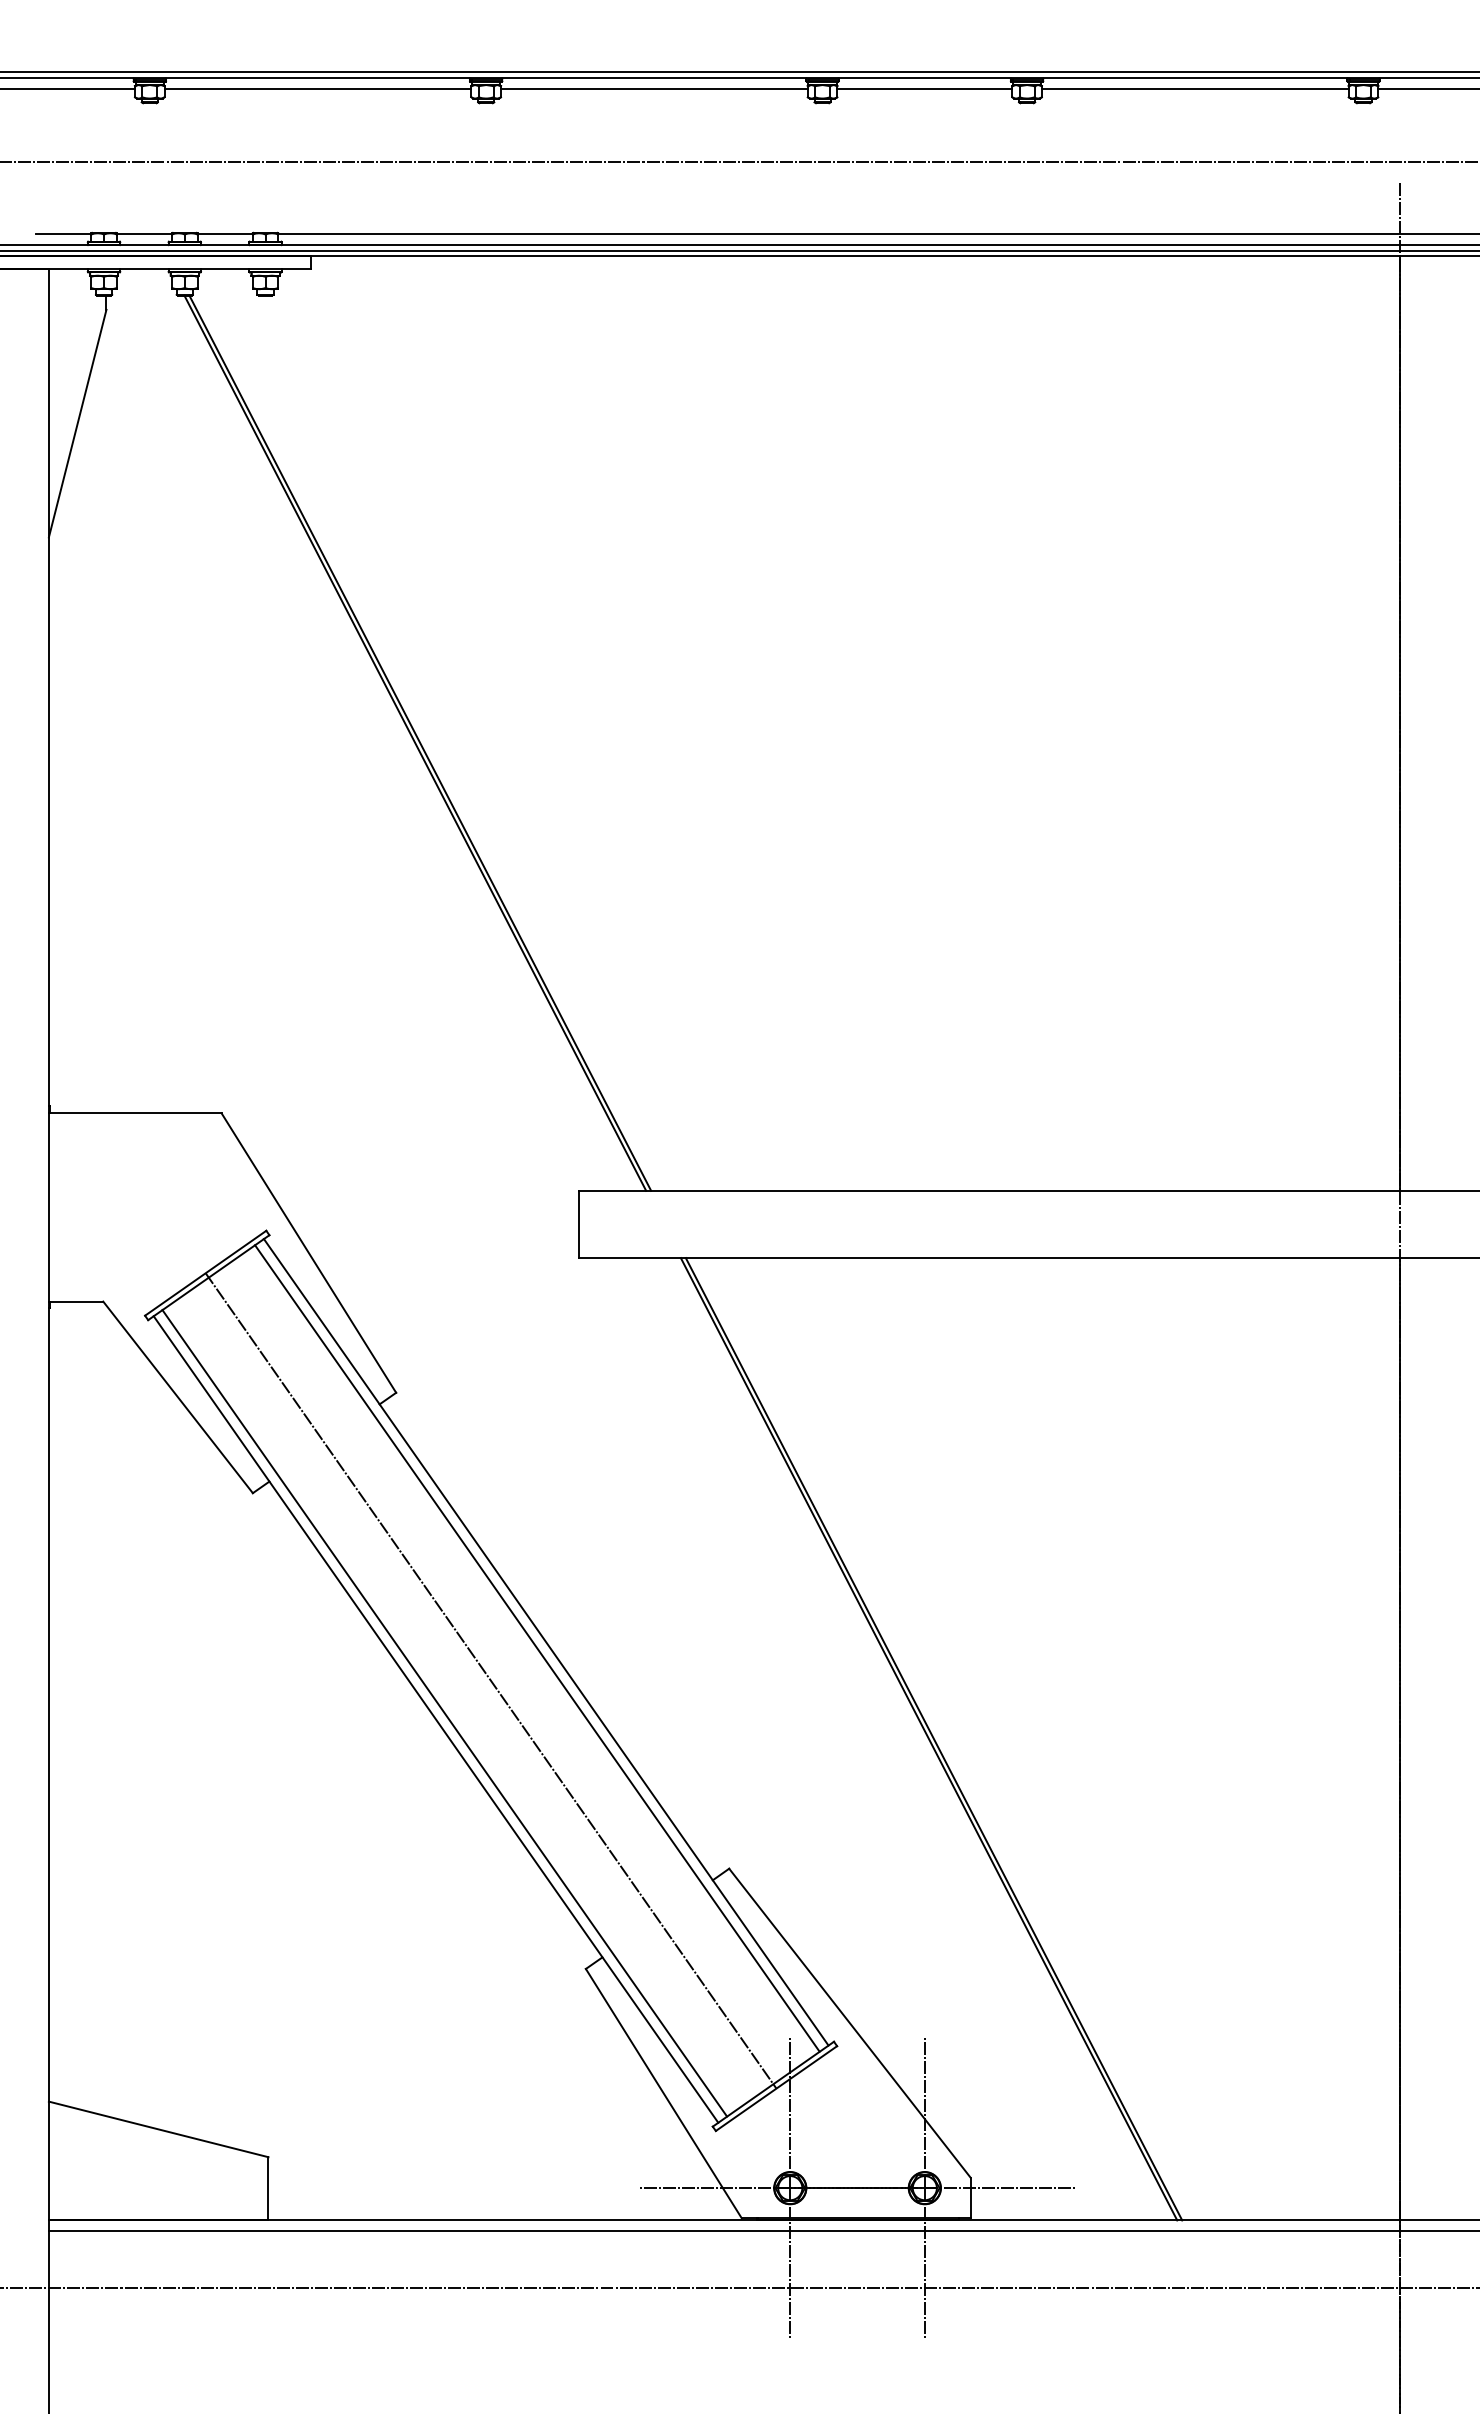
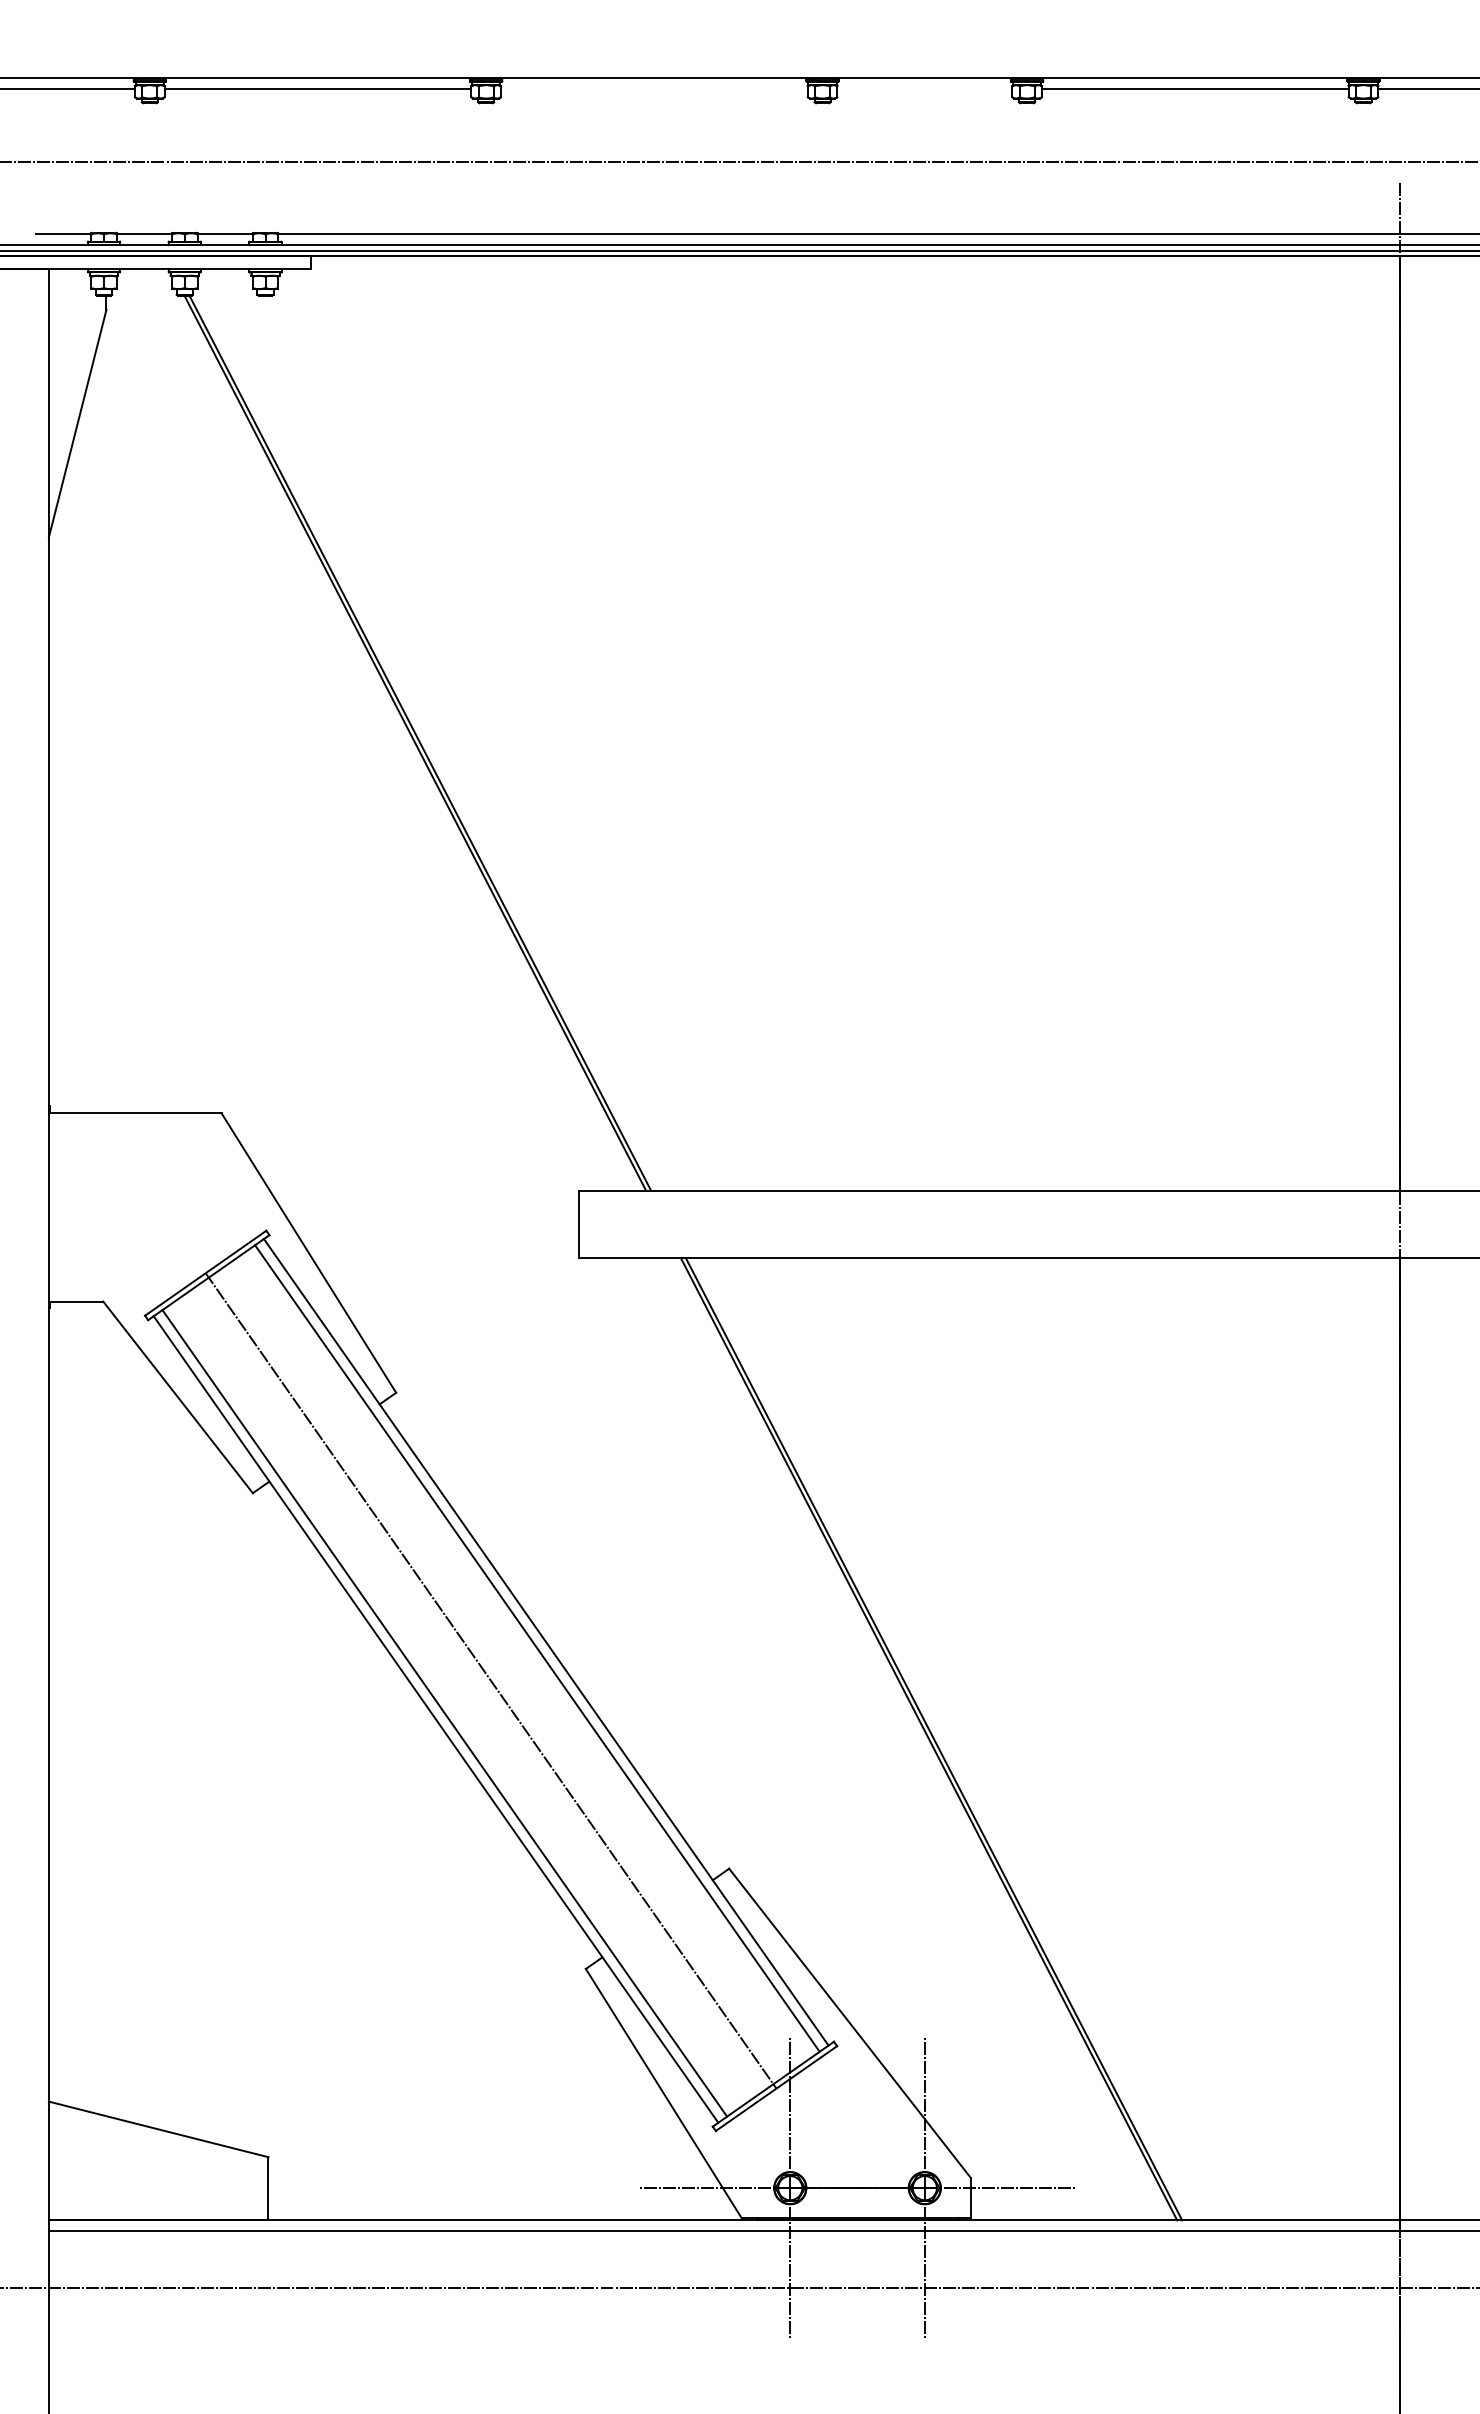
line at (739, 72): present -> none
line at (654, 89): present -> none
line at (924, 89): present -> none
